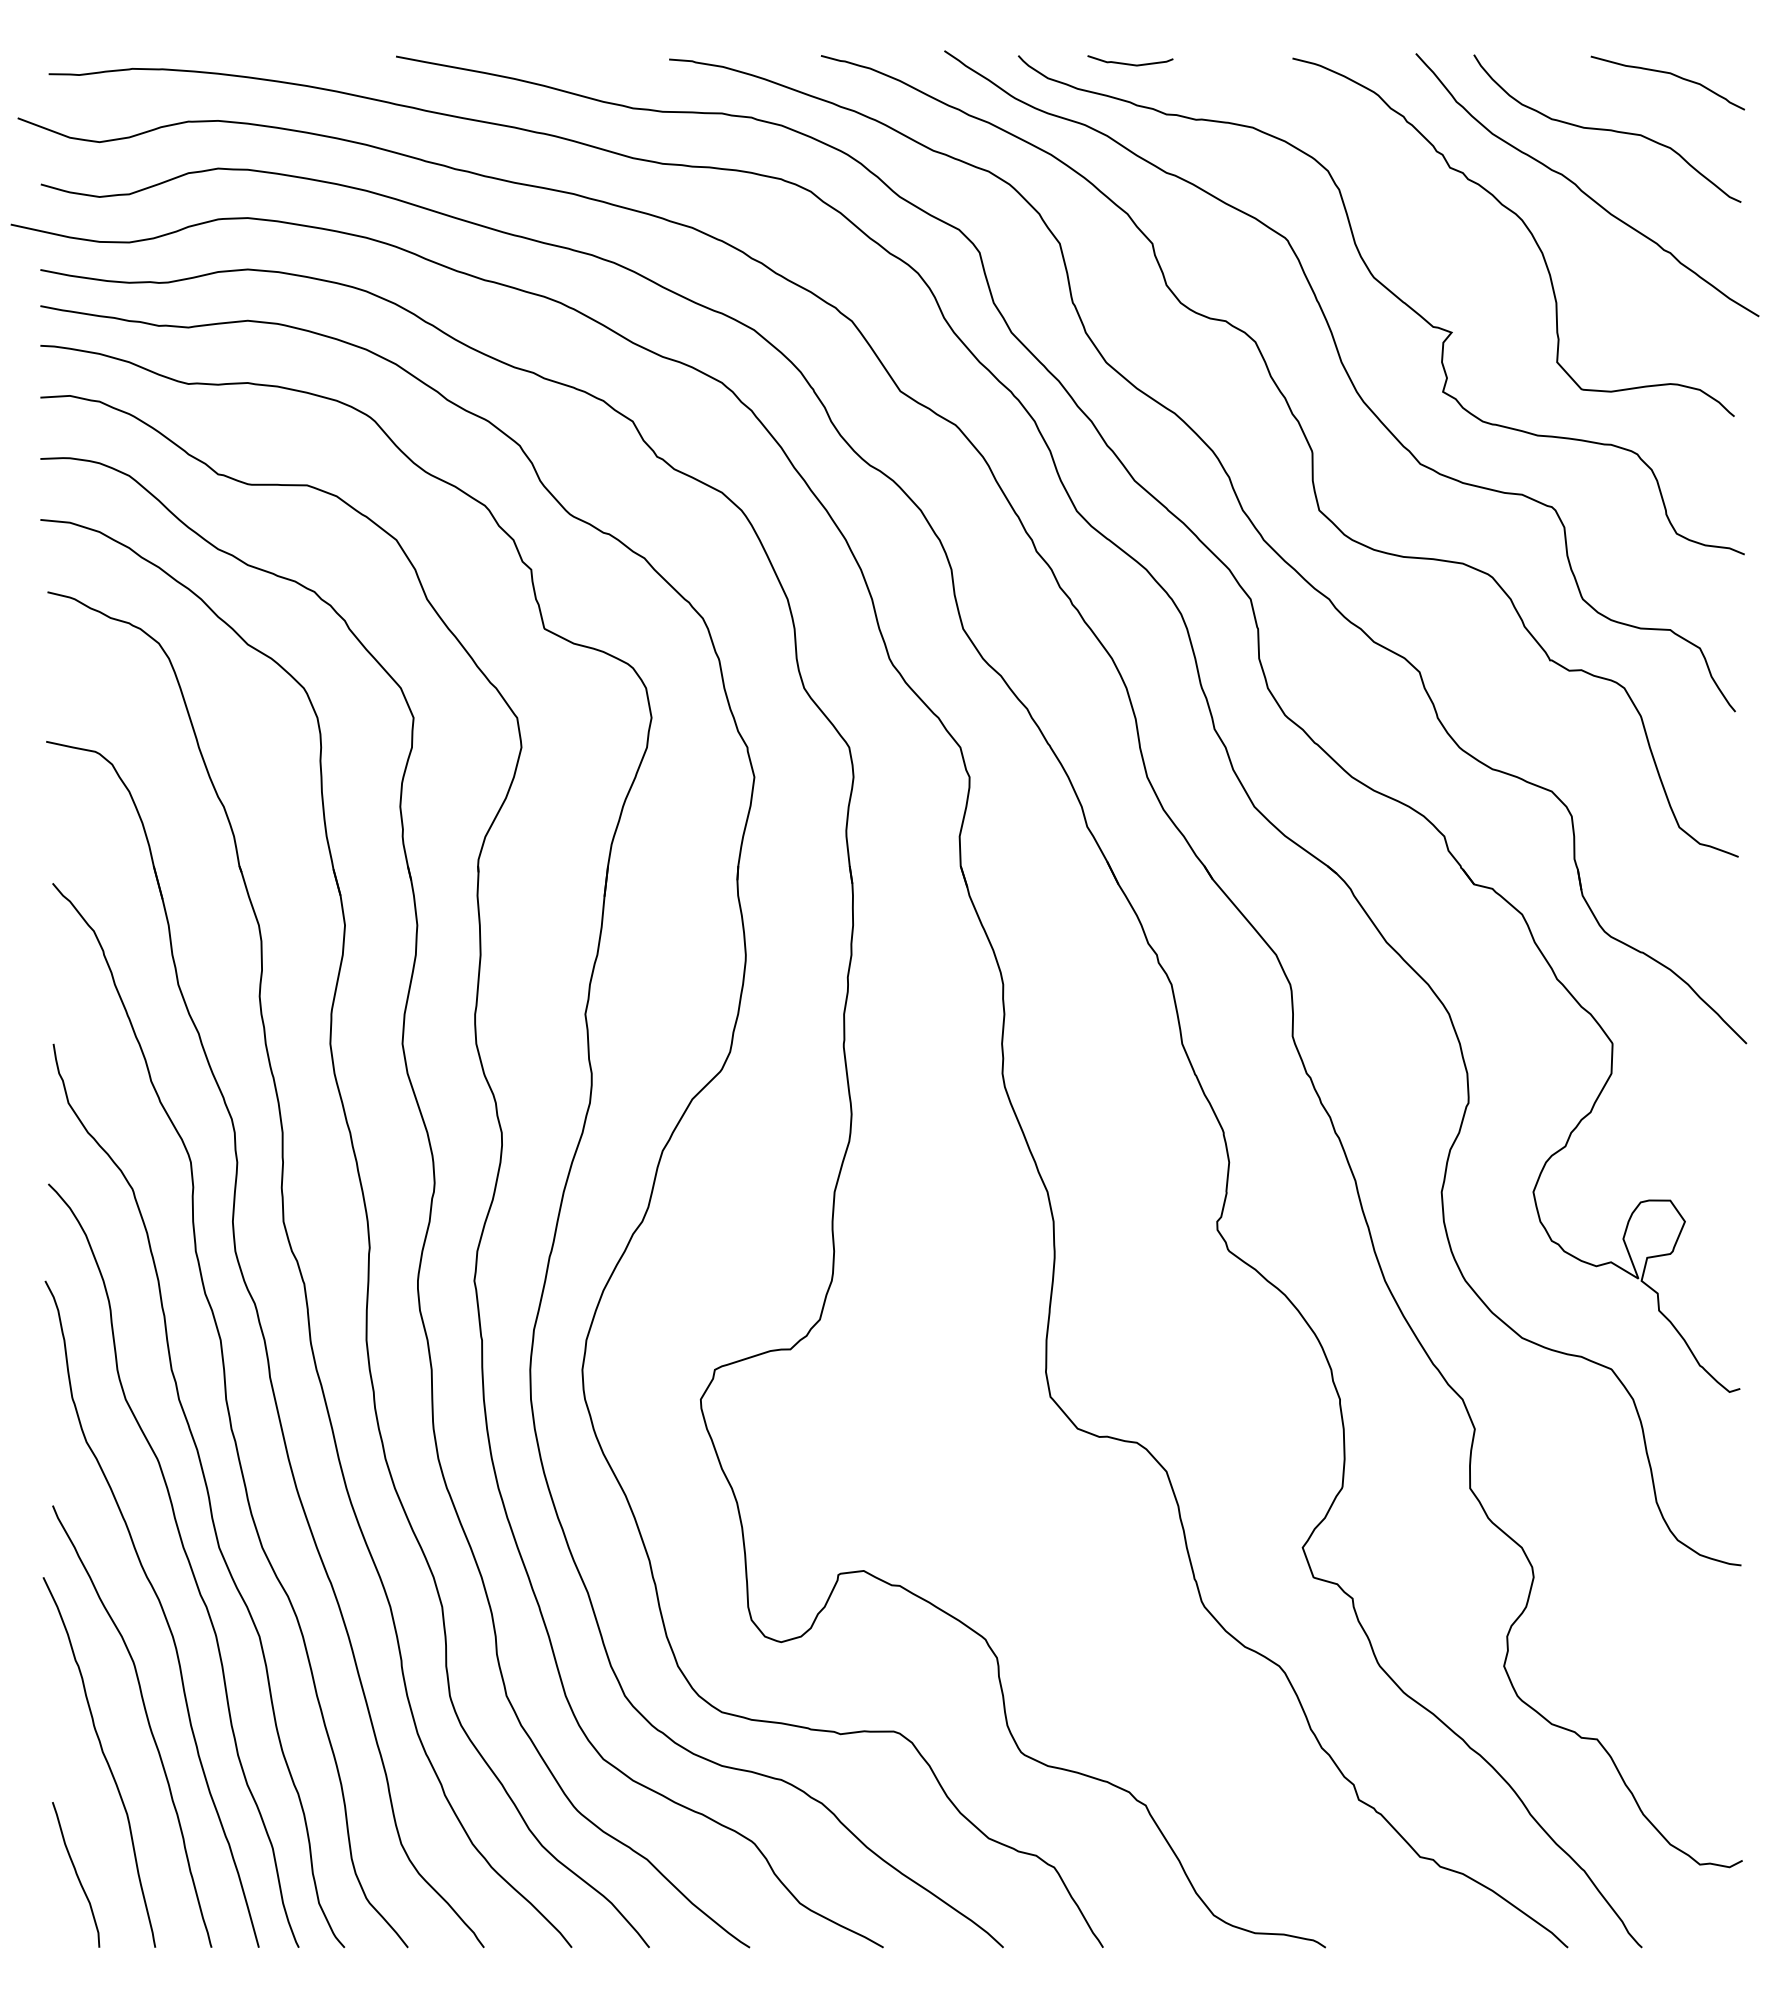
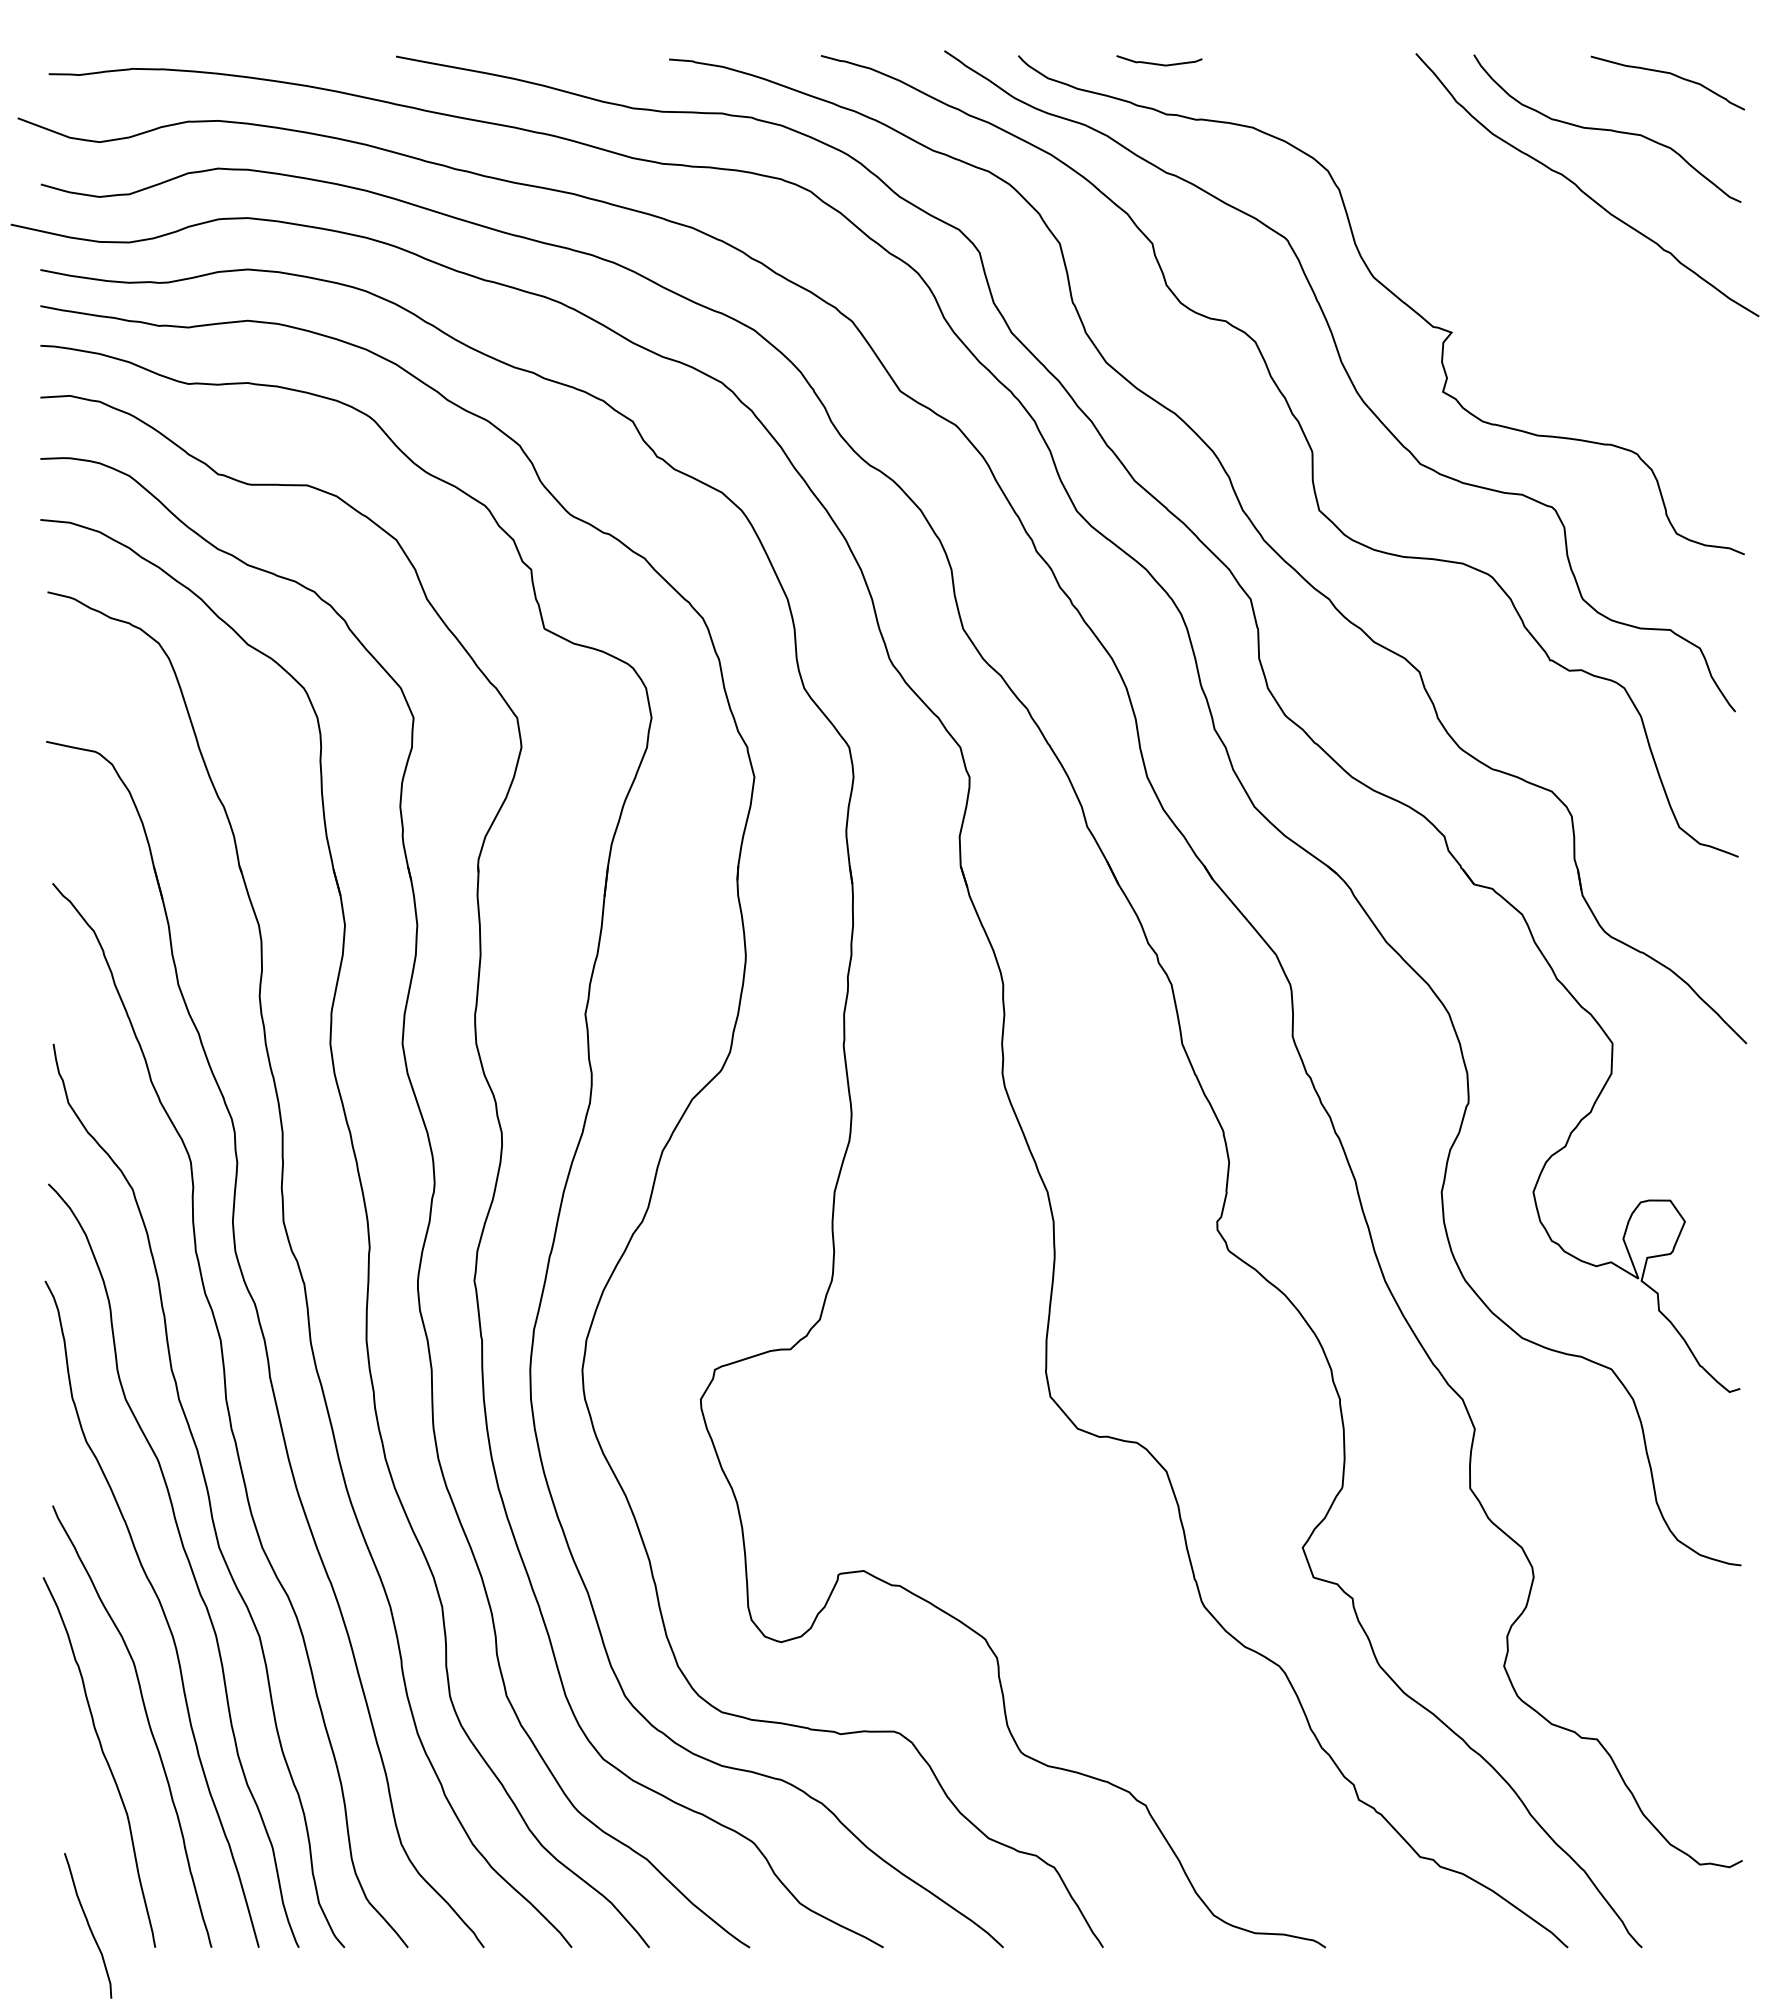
curve at (1130, 63) position: (1130, 63) -> (1159, 63)
curve at (1526, 228): present -> none
curve at (76, 1874) position: (76, 1874) -> (88, 1925)
